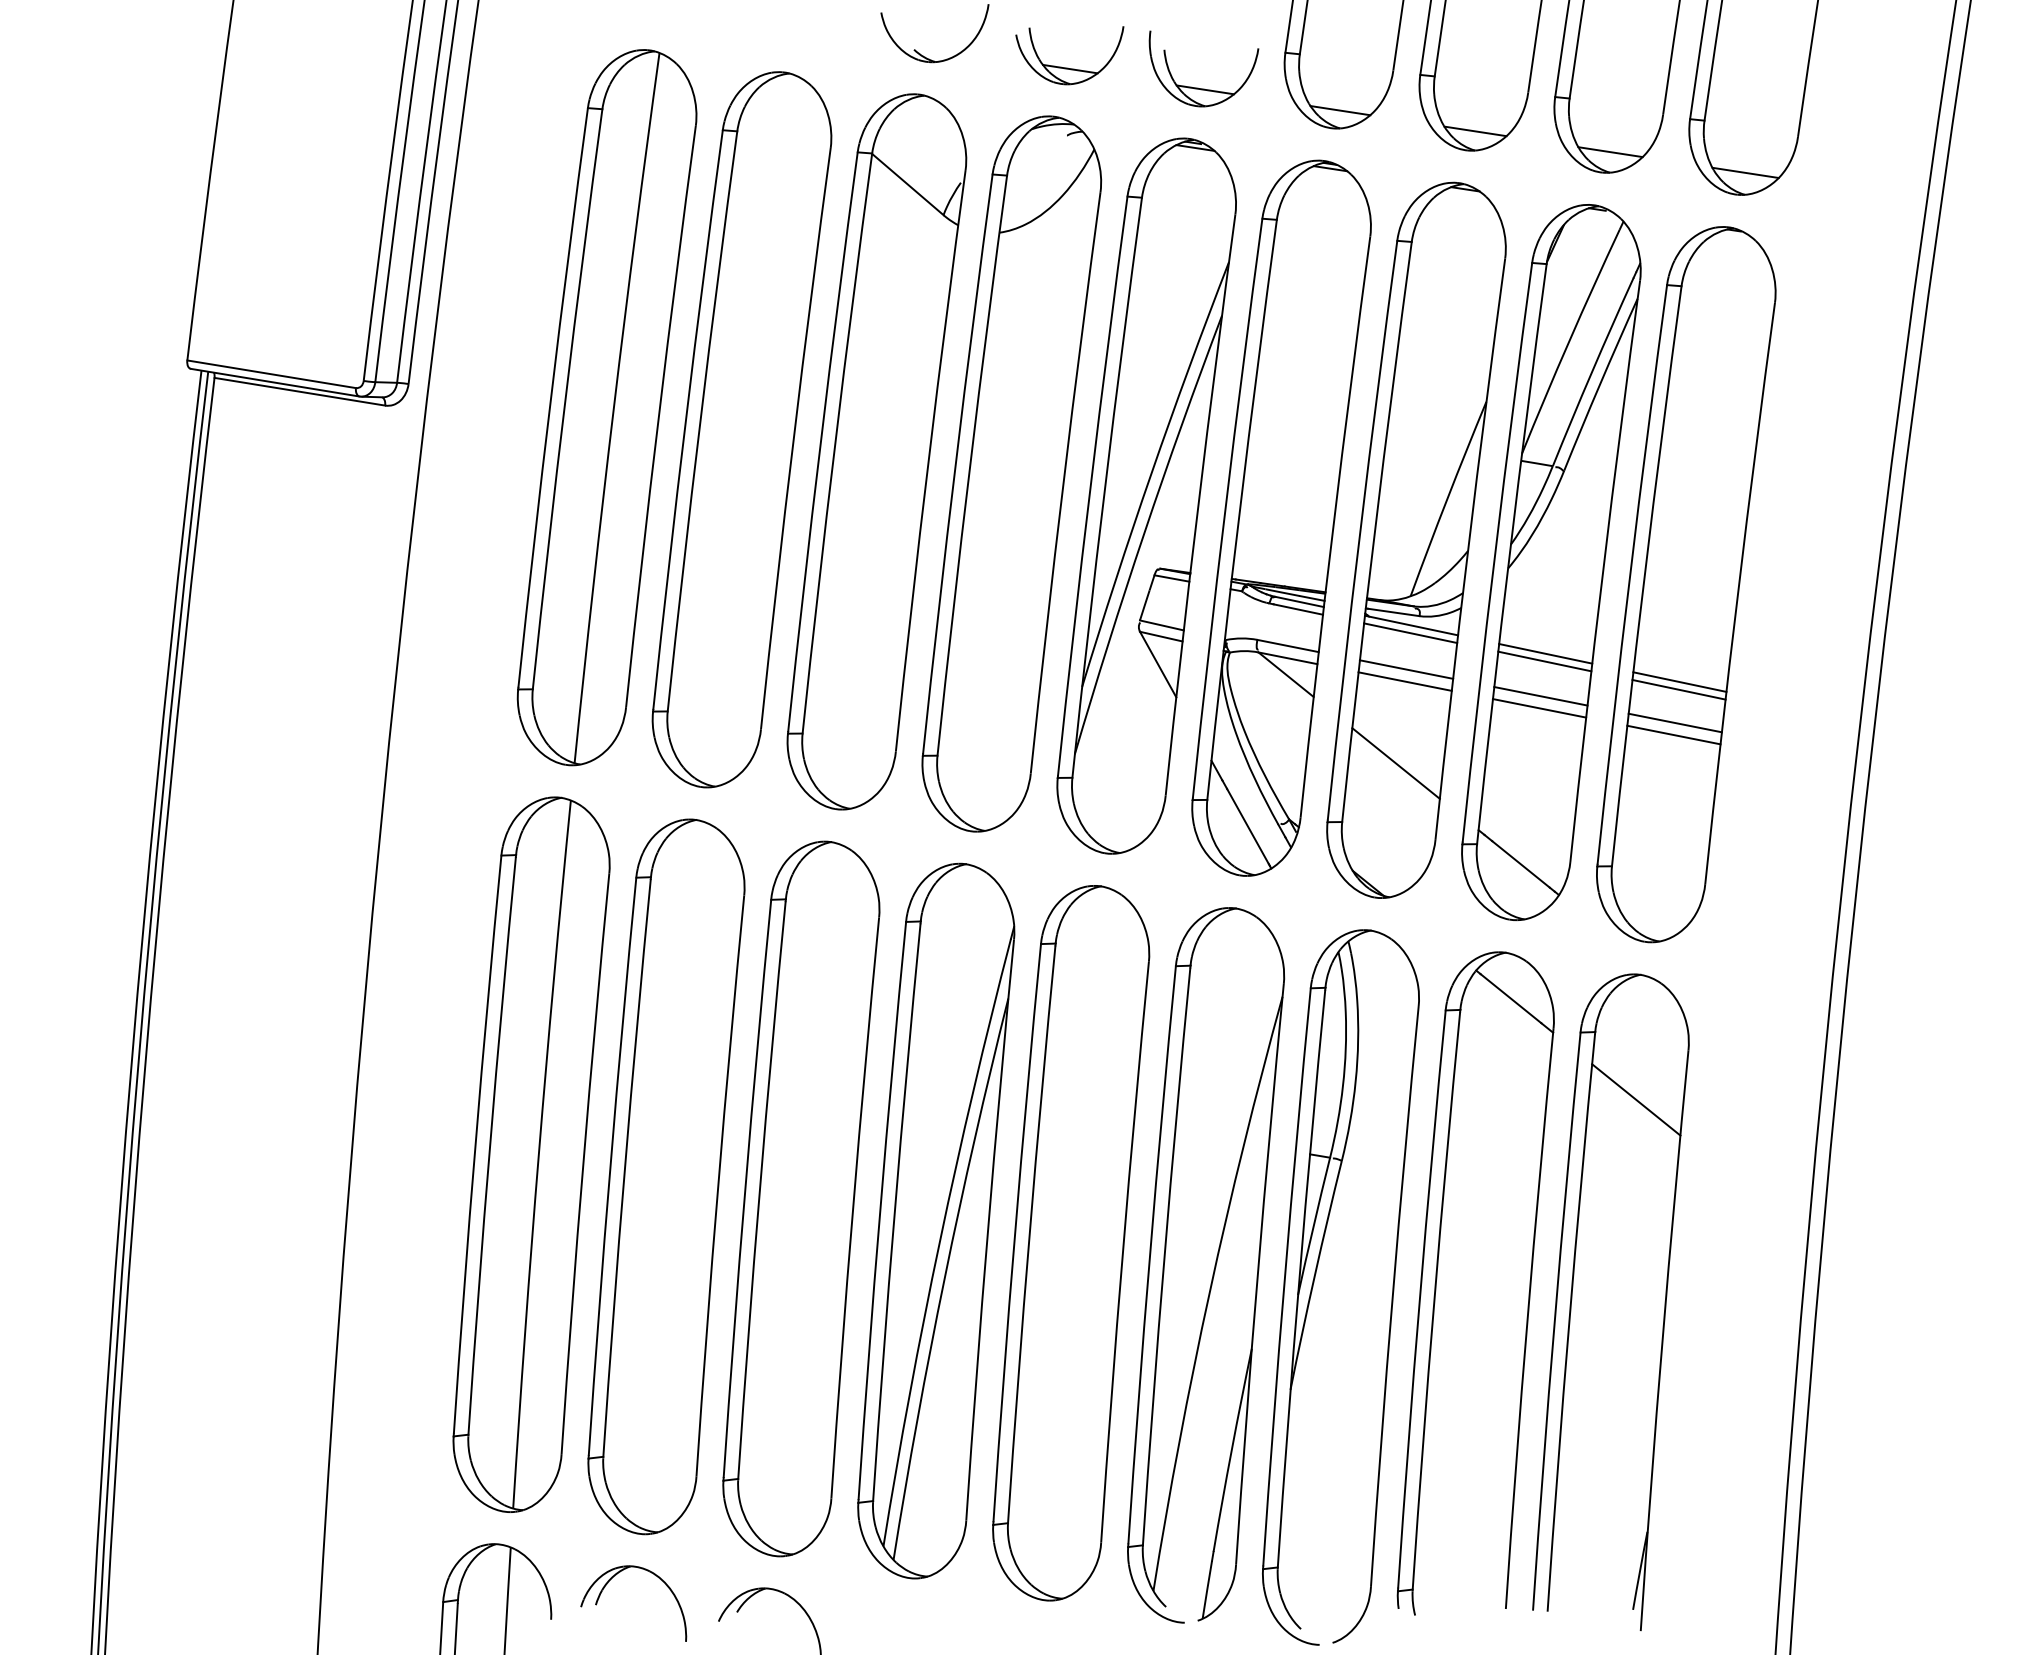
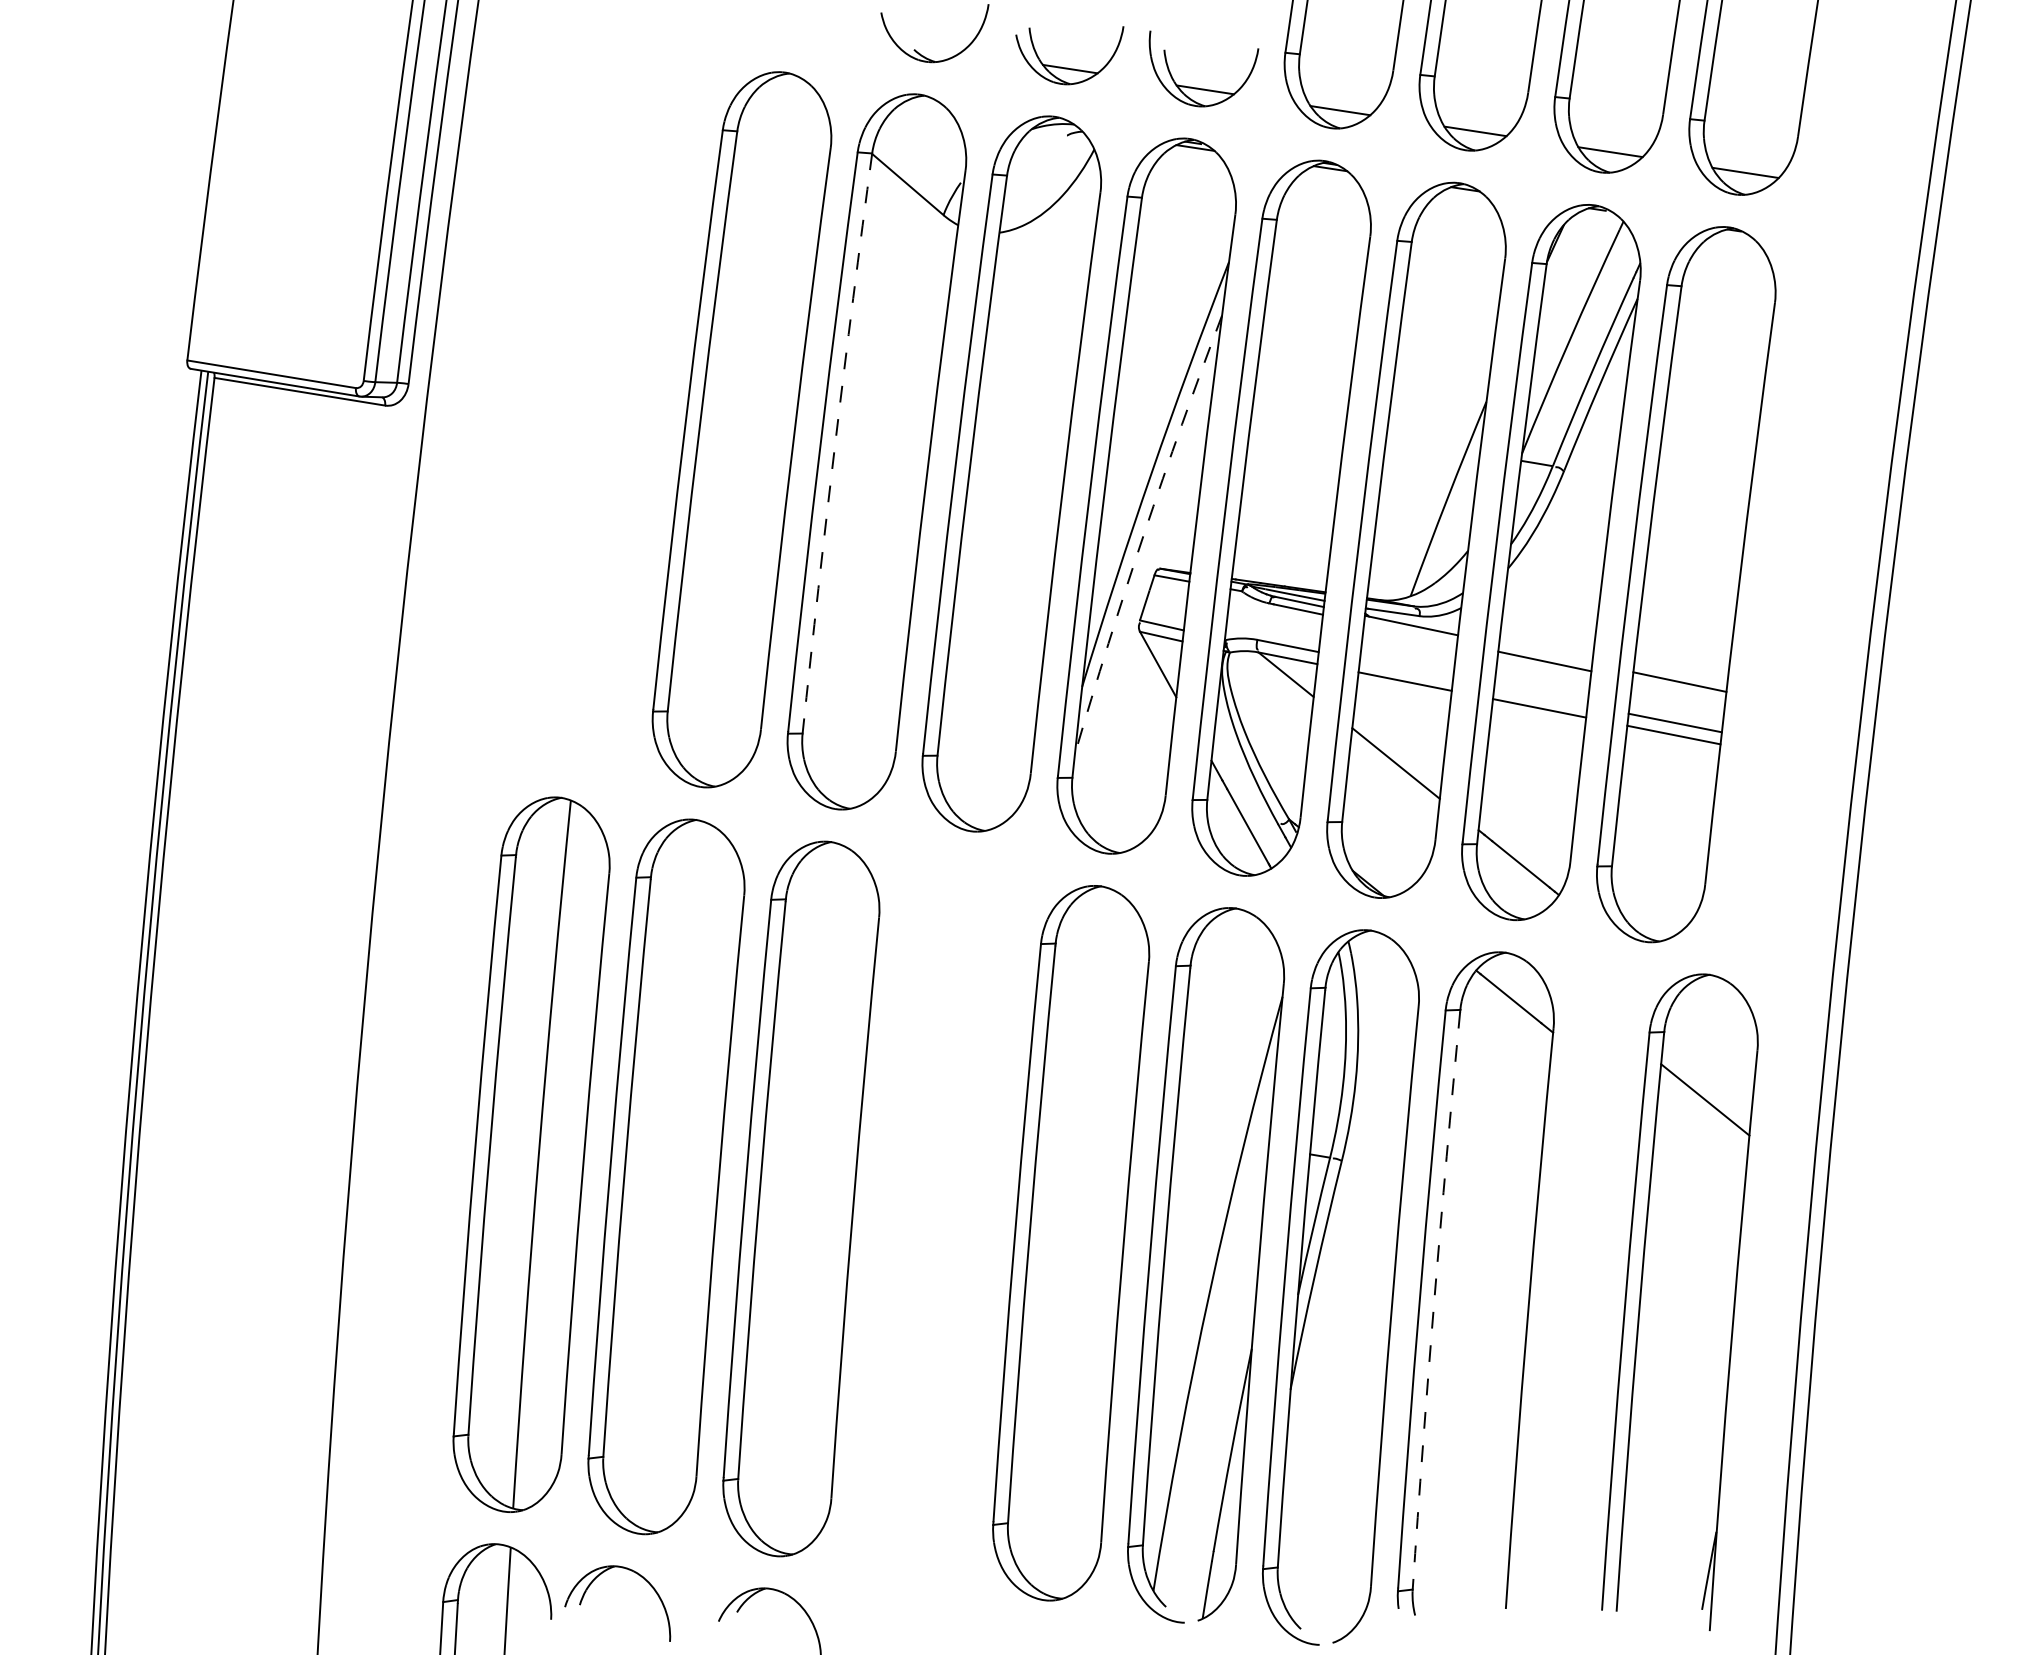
part at (606, 407): present -> none
arc at (835, 443): solid -> dashed
arc at (1144, 533): solid -> dashed
line at (1410, 633): present -> none
line at (1545, 653): present -> none
line at (1406, 669): present -> none
line at (1678, 689): present -> none
line at (1540, 696): present -> none
part at (936, 1220): present -> none
part at (1572, 1299) position: (1572, 1299) -> (1641, 1299)
arc at (1434, 1300): solid -> dashed
part at (608, 1583) position: (608, 1583) -> (592, 1583)
